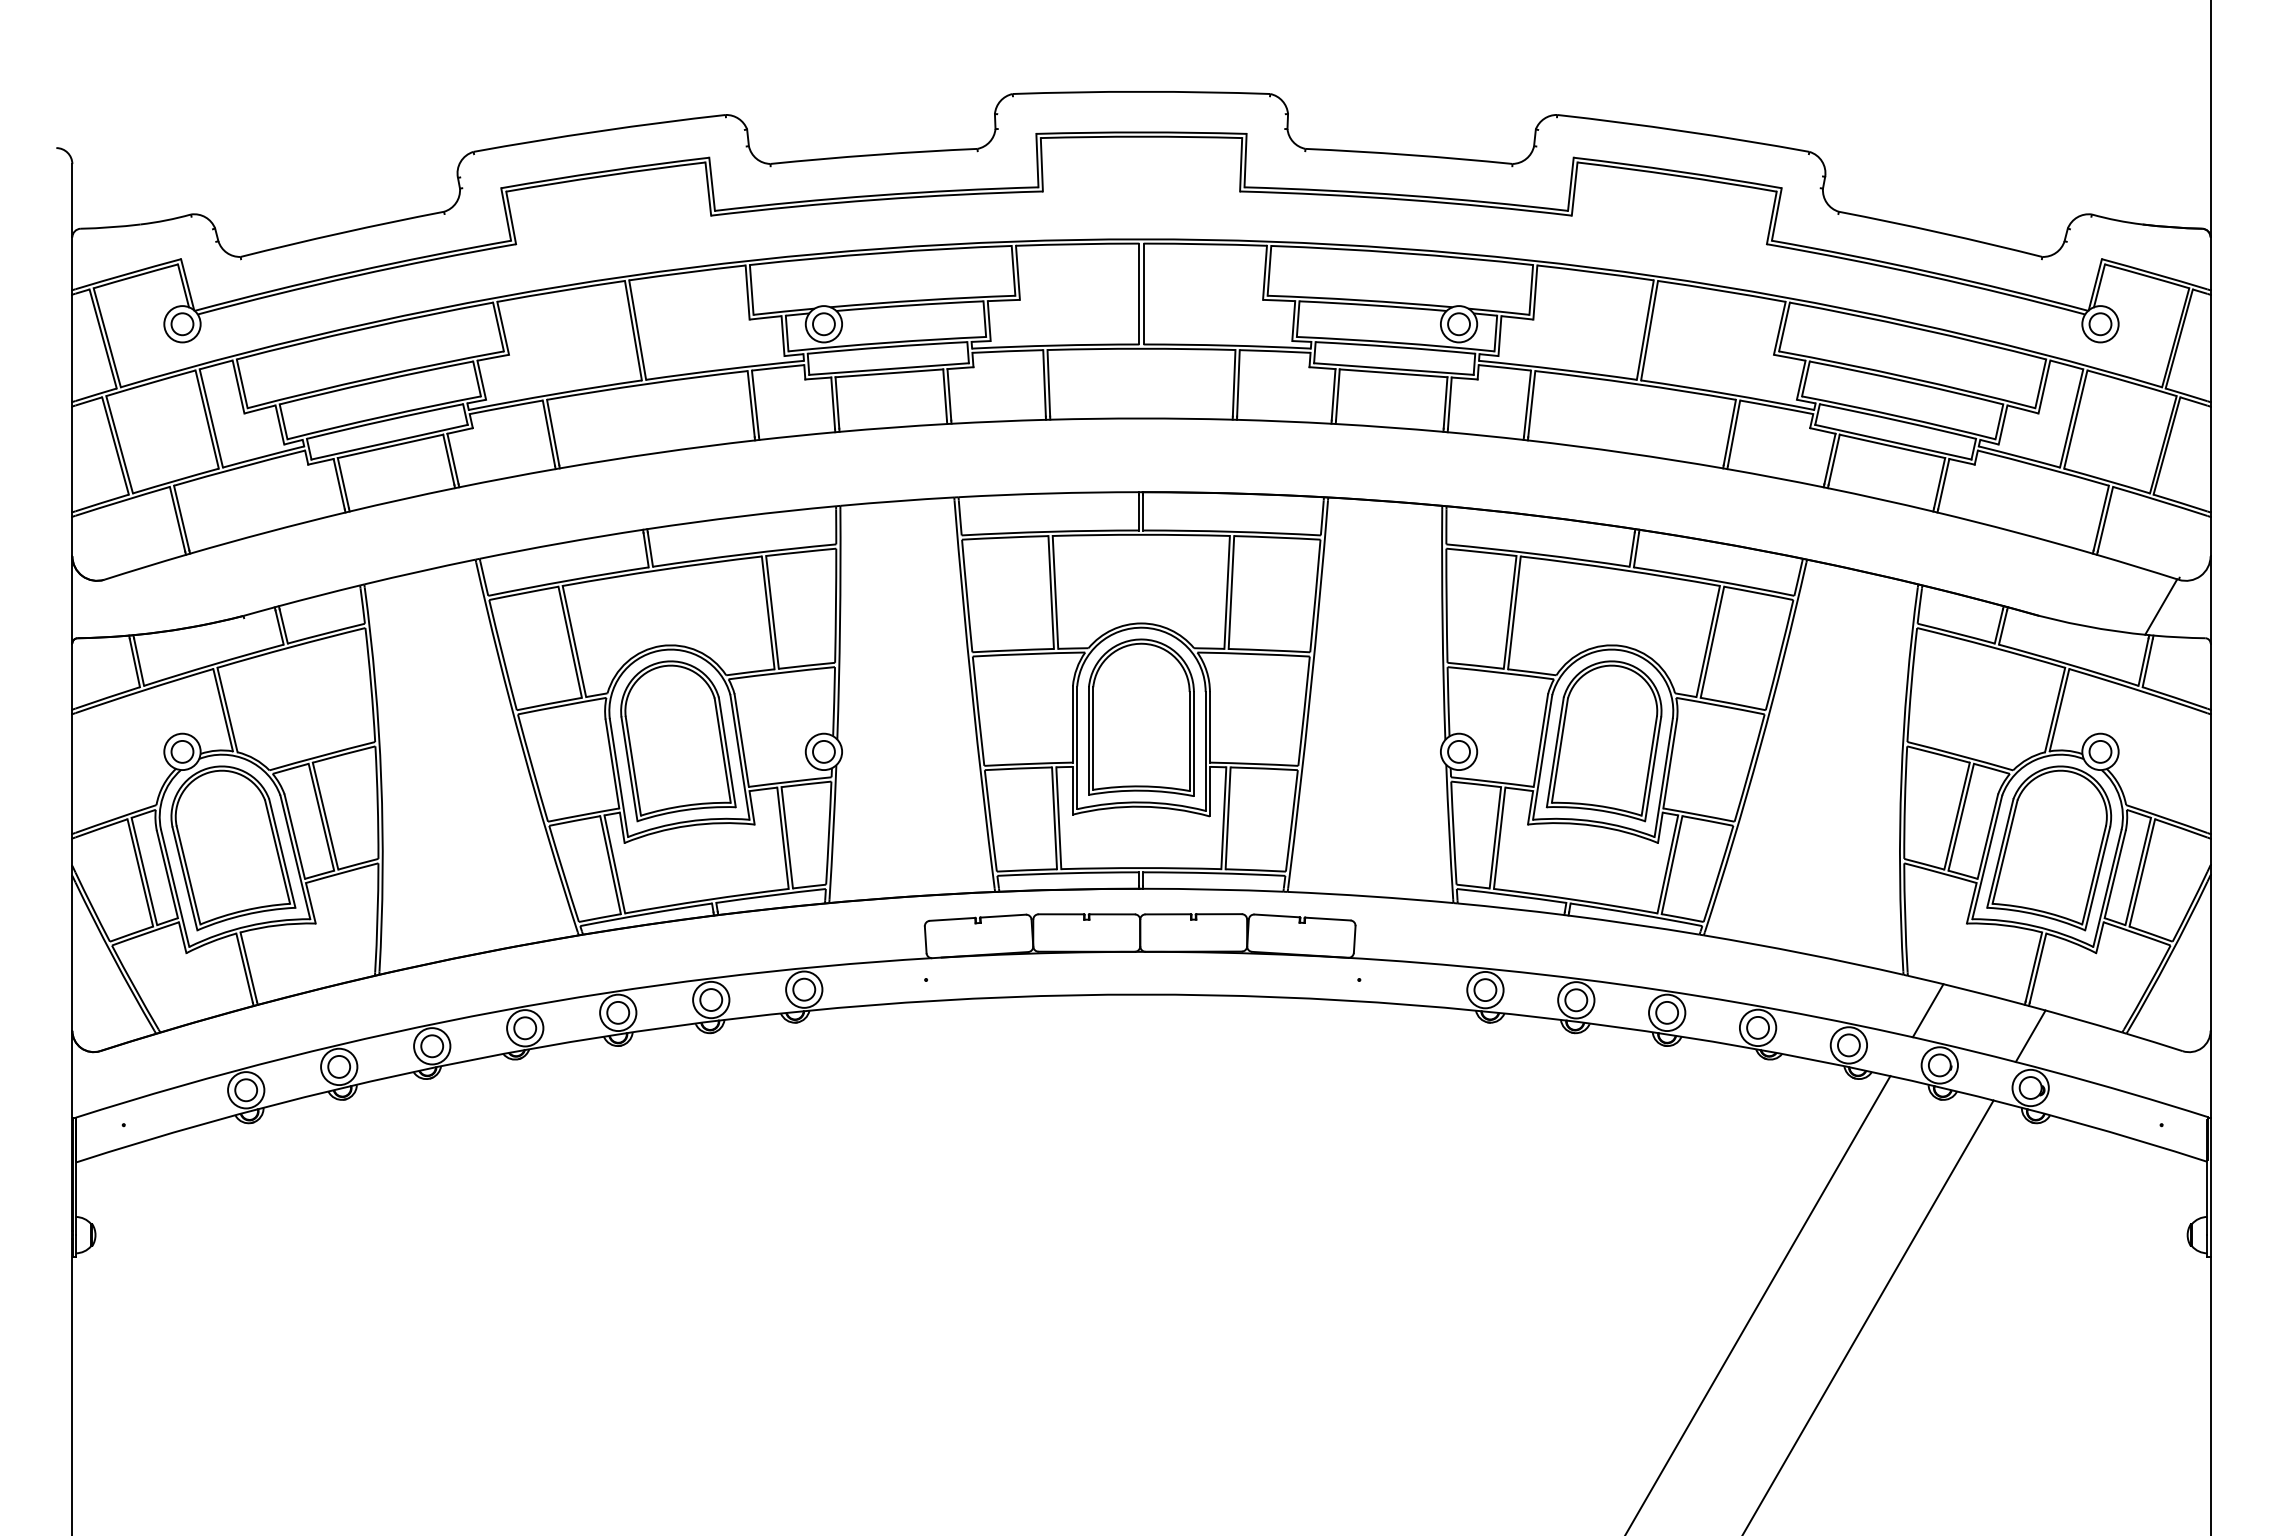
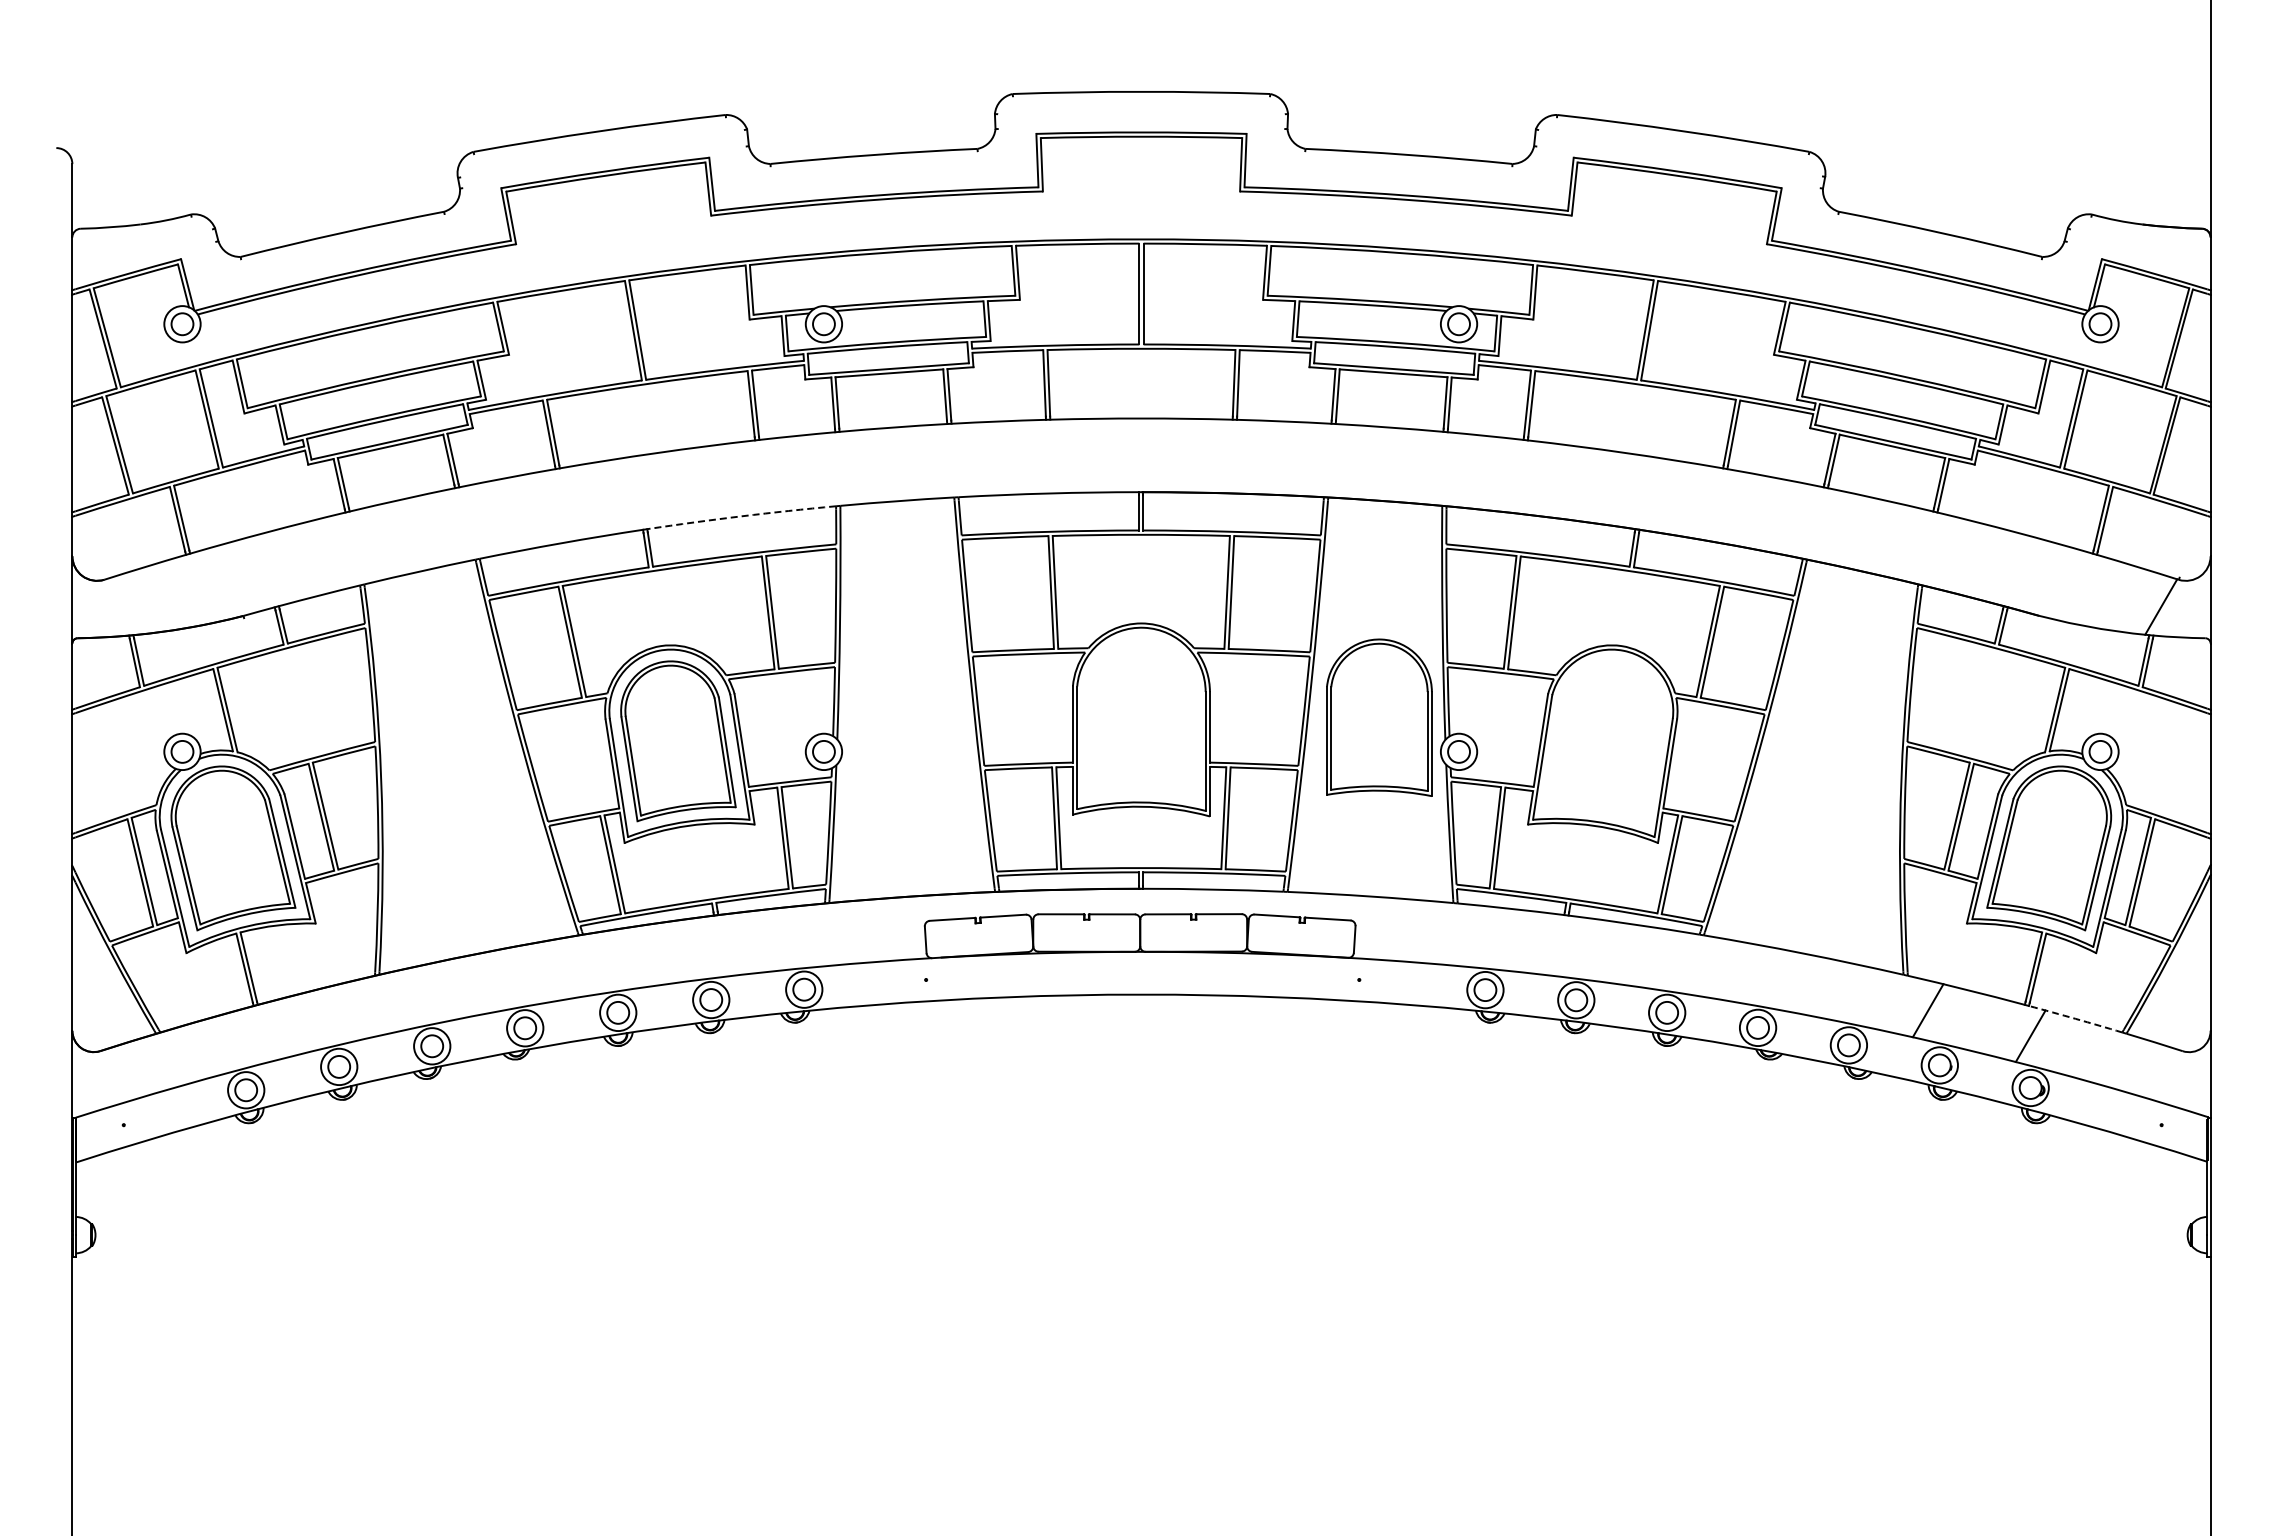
arc at (741, 516): solid -> dashed
part at (1141, 717) position: (1141, 717) -> (1379, 717)
part at (1603, 741): present -> none
arc at (2075, 1018): solid -> dashed
line at (1758, 1304): present -> none
line at (1868, 1316): present -> none
